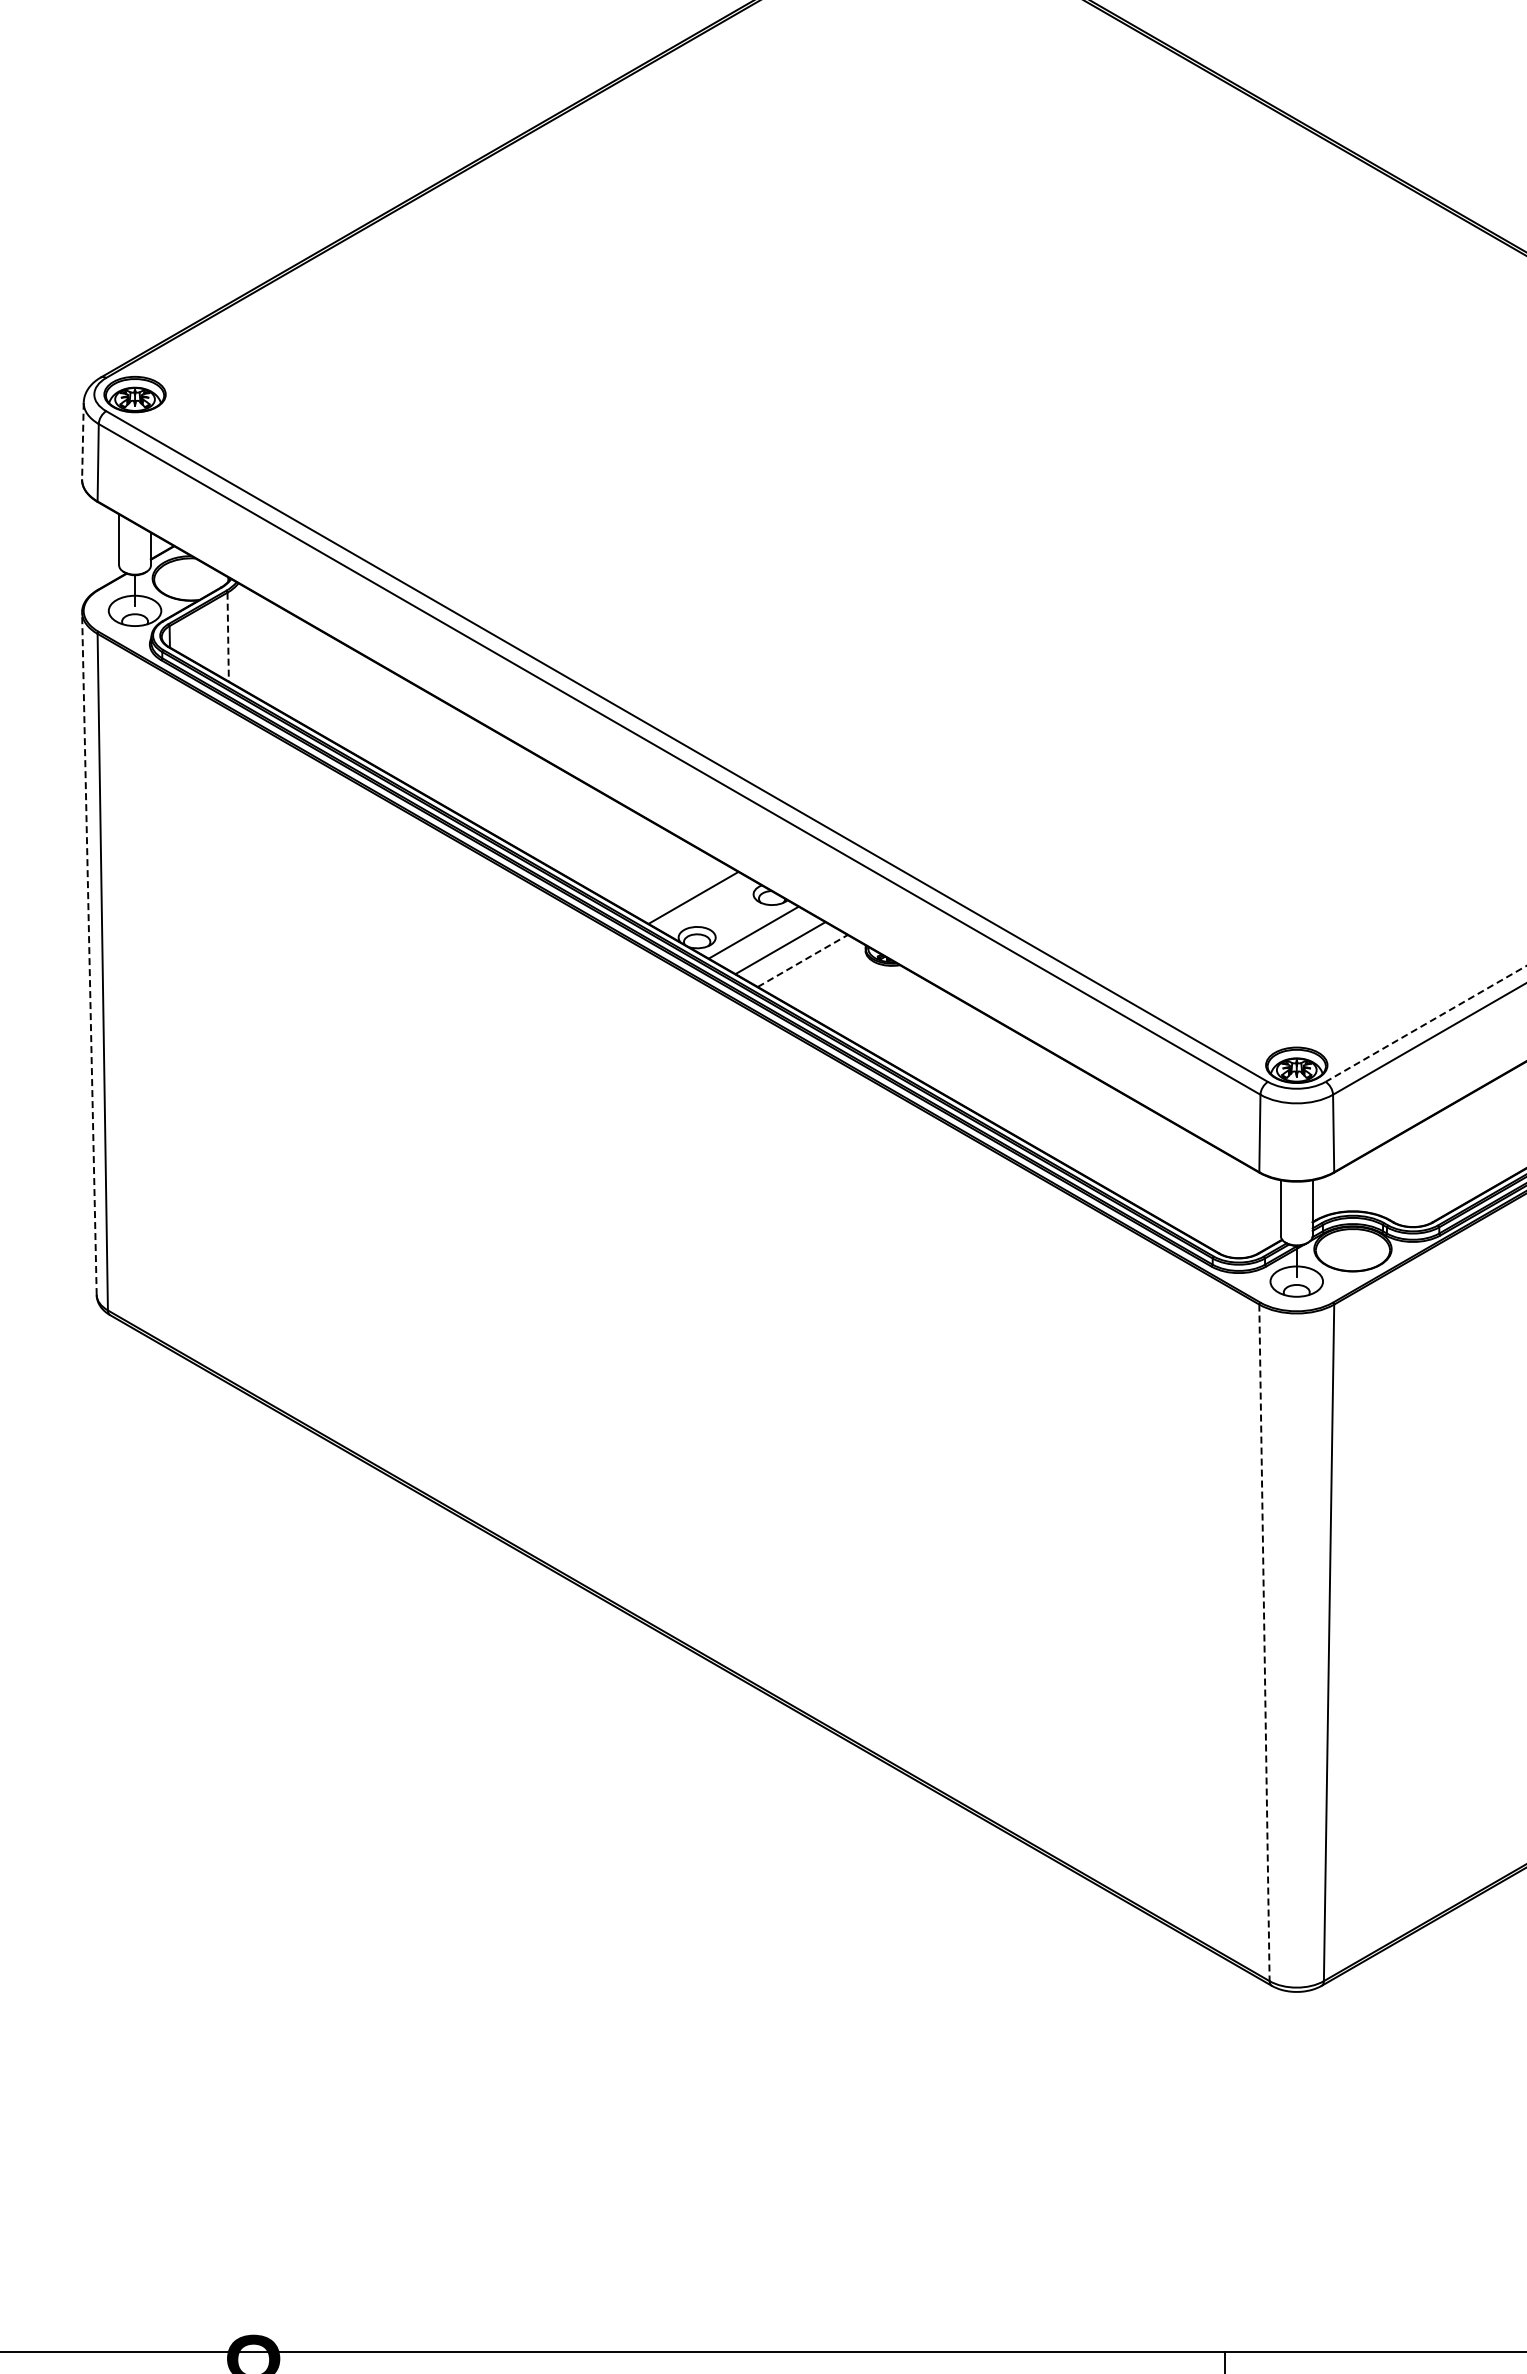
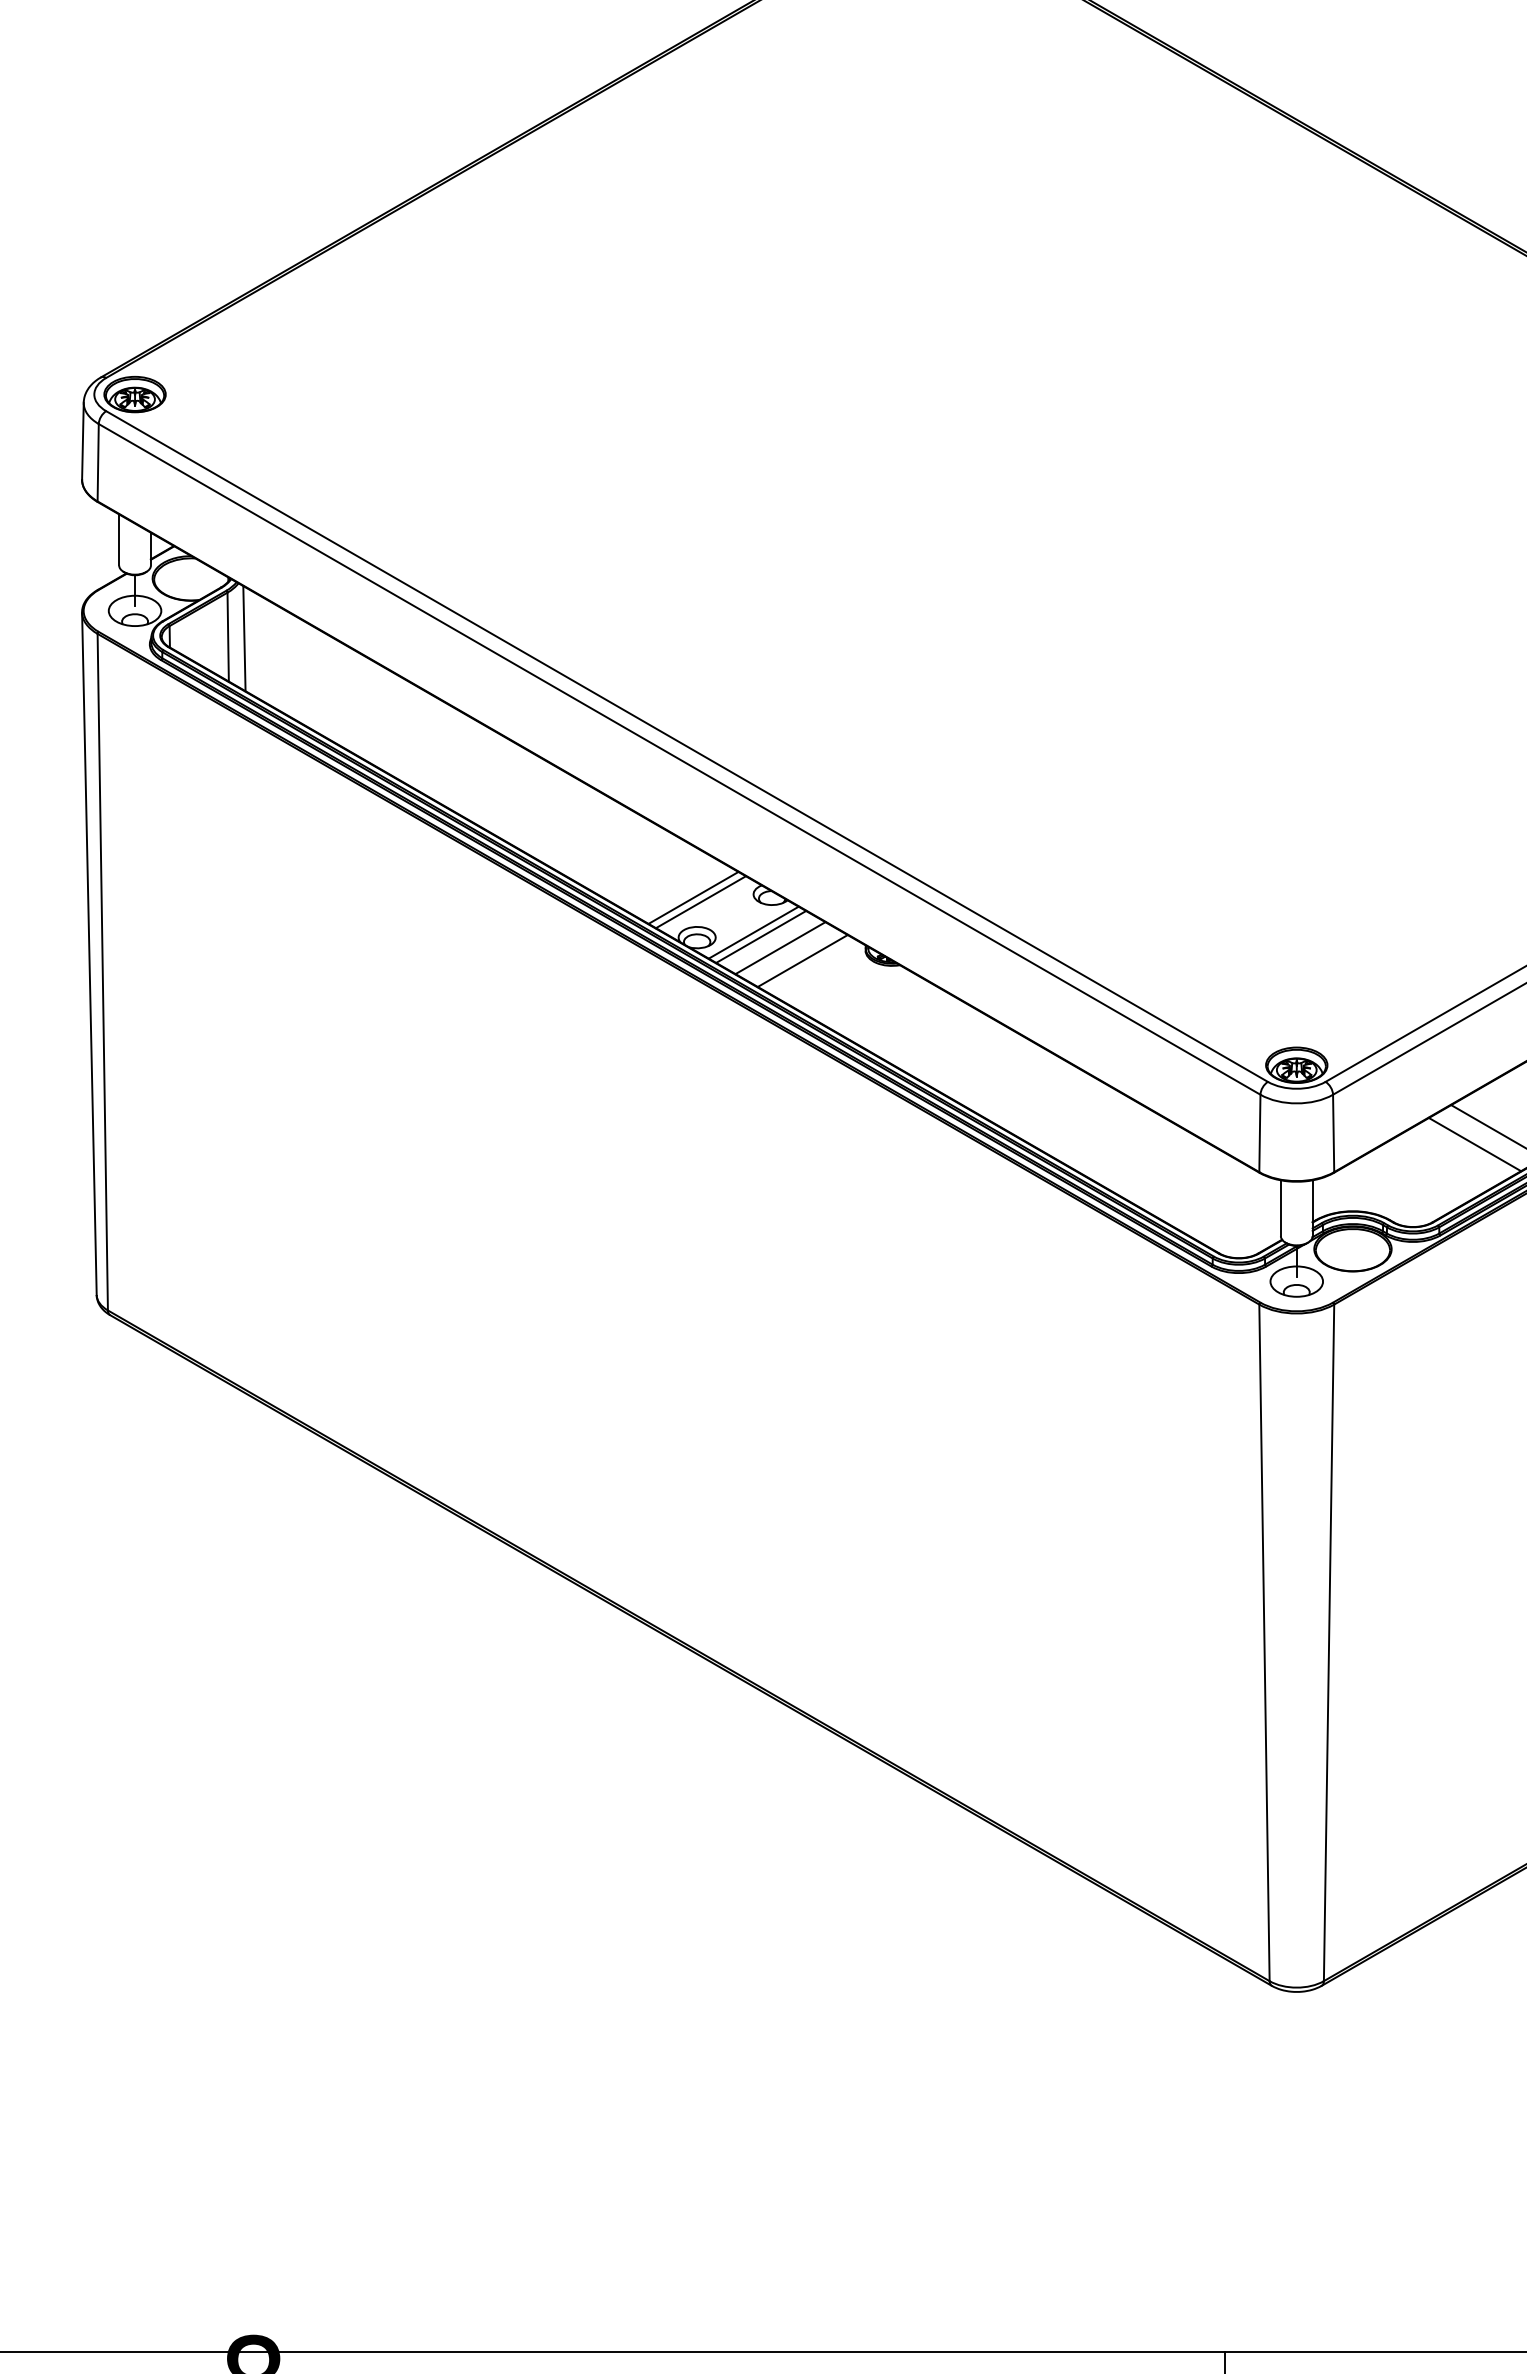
line at (82, 441): dashed -> solid
line at (228, 637): dashed -> solid
line at (244, 638): none -> present
line at (700, 902): none -> present
line at (761, 936): none -> present
line at (89, 953): dashed -> solid
line at (802, 961): dashed -> solid
line at (1425, 1023): dashed -> solid
line at (1487, 1125): none -> present
line at (1474, 1144): none -> present
line at (1264, 1643): dashed -> solid
